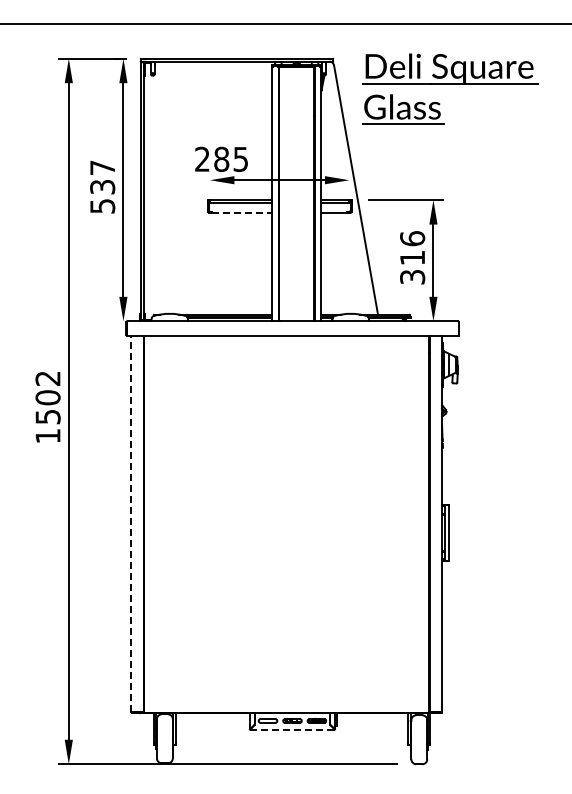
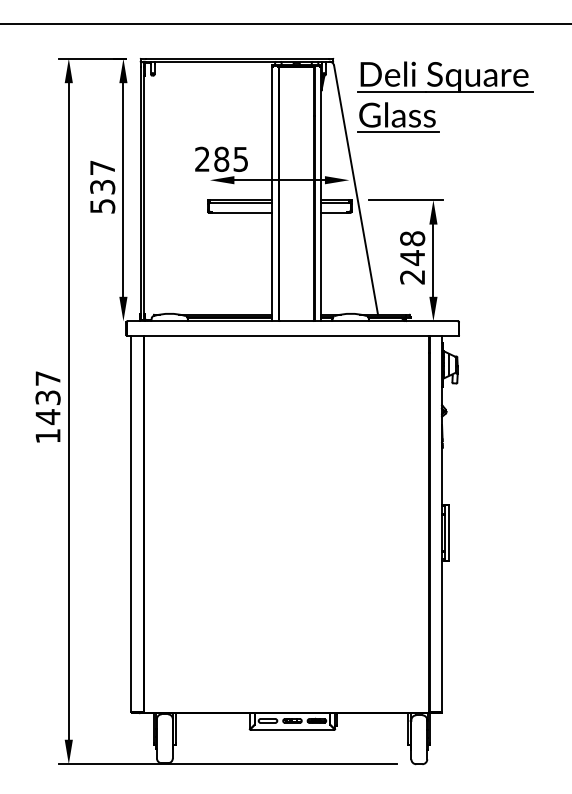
part at (450, 88) position: (450, 88) -> (445, 96)
line at (242, 212): dashed -> solid
text at (412, 257): 316 -> 248
text at (47, 398): 1502 -> 1437
line at (131, 523): dashed -> solid
line at (292, 729): dashed -> solid
